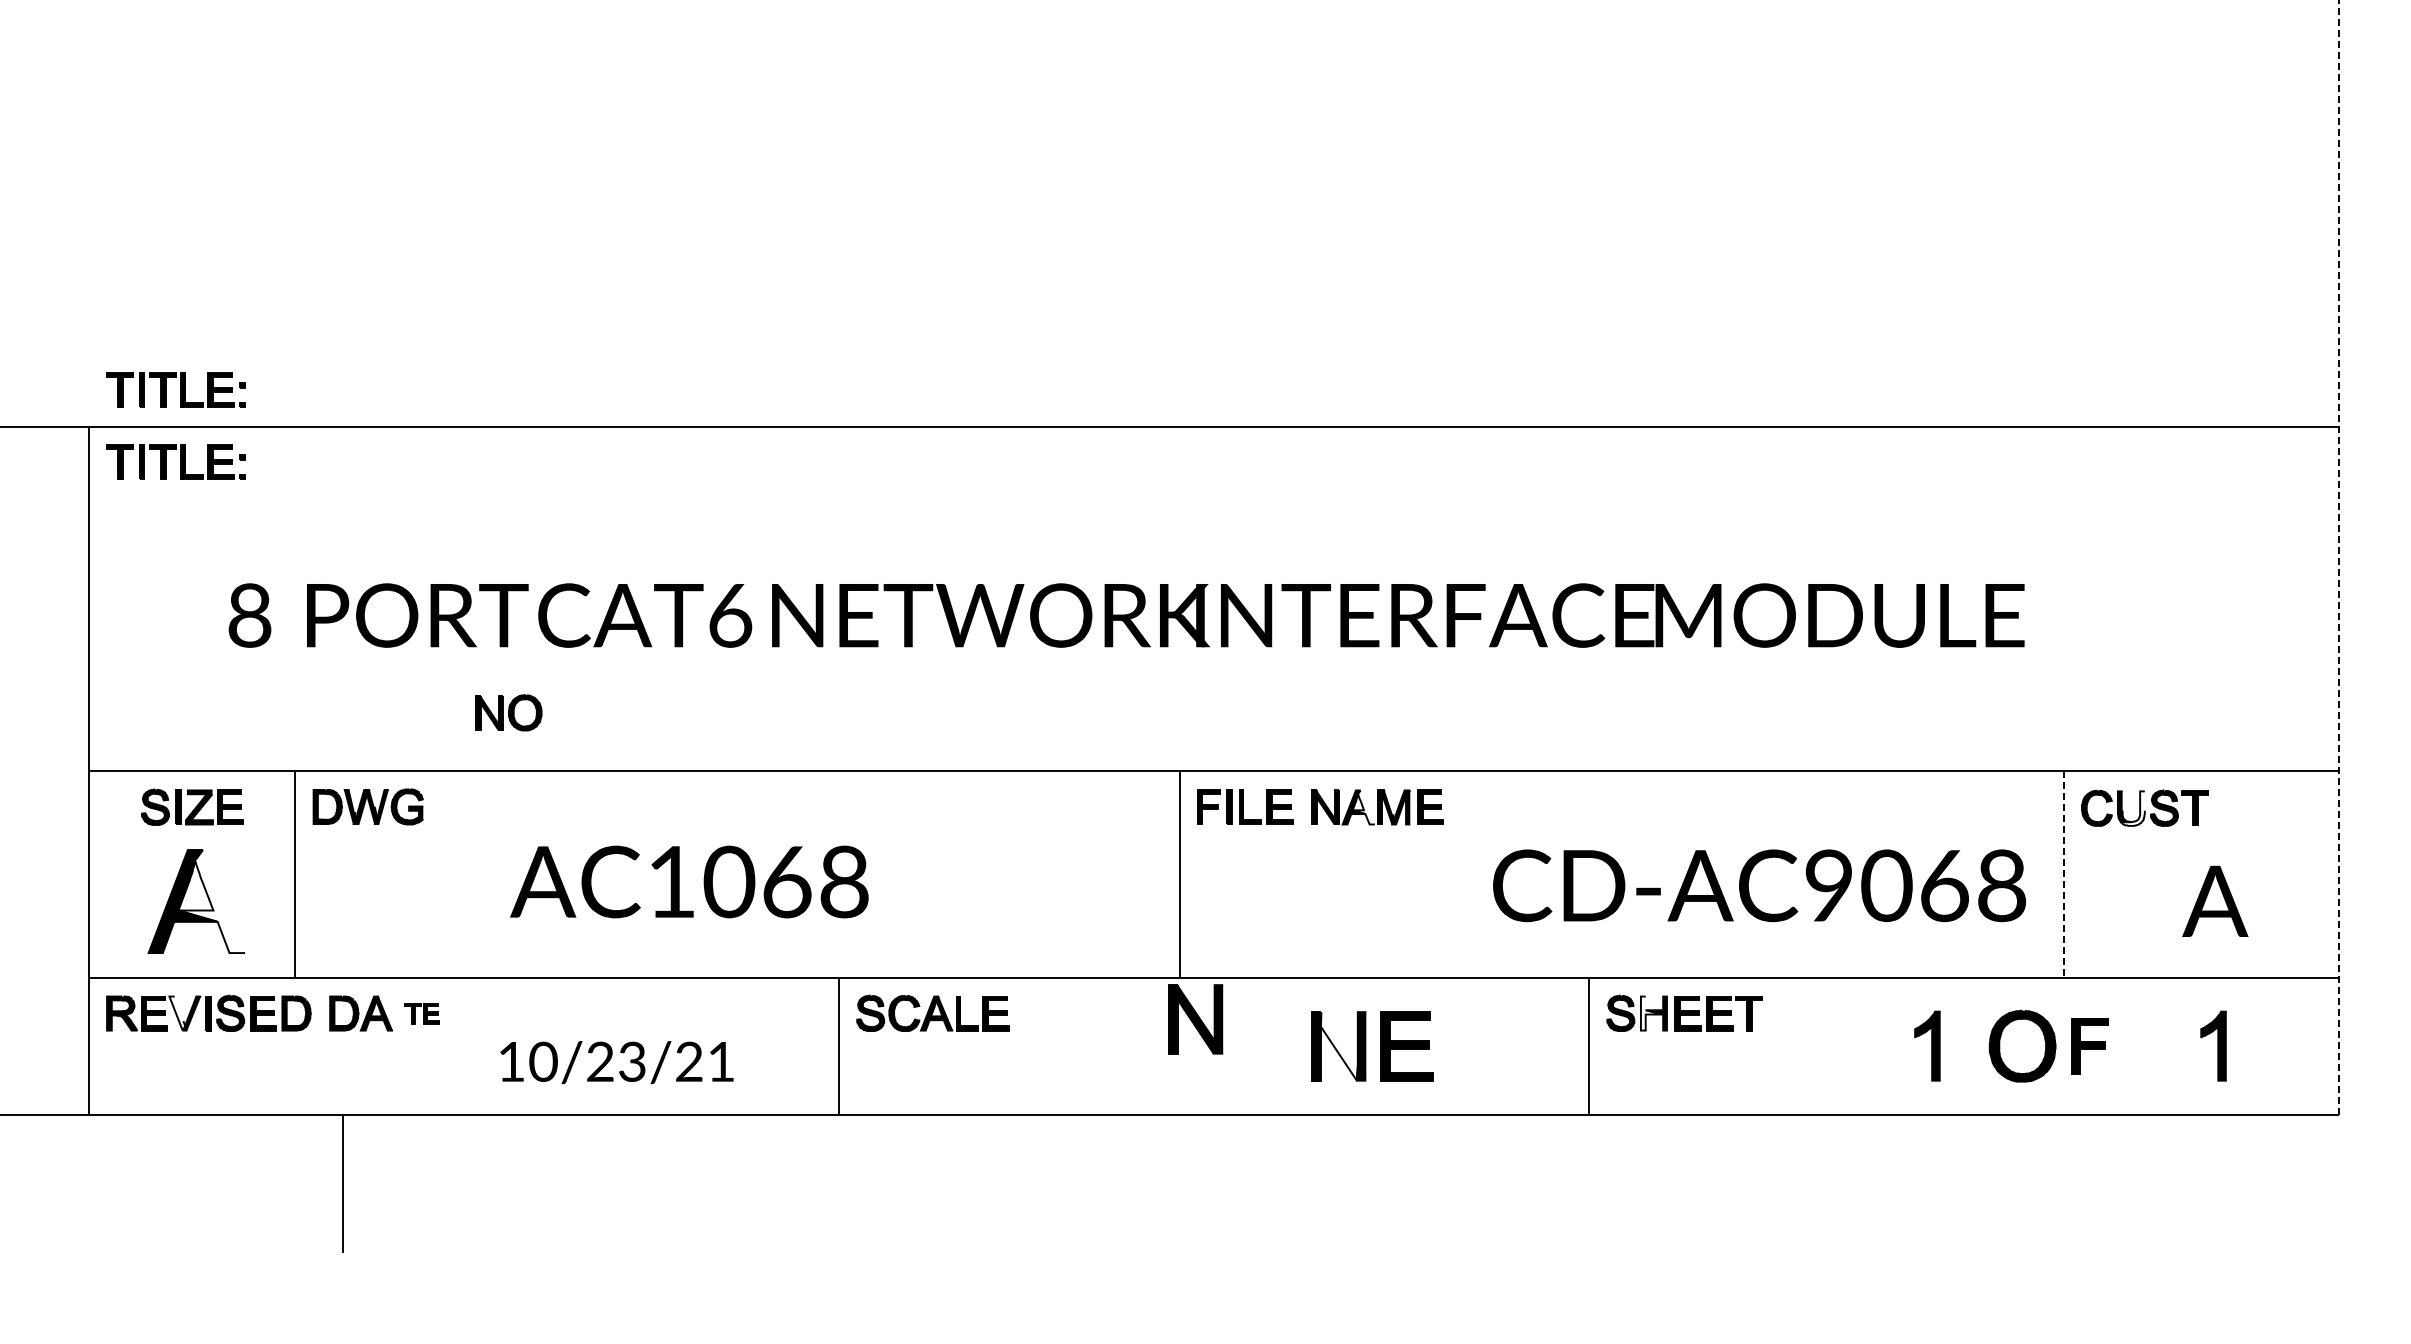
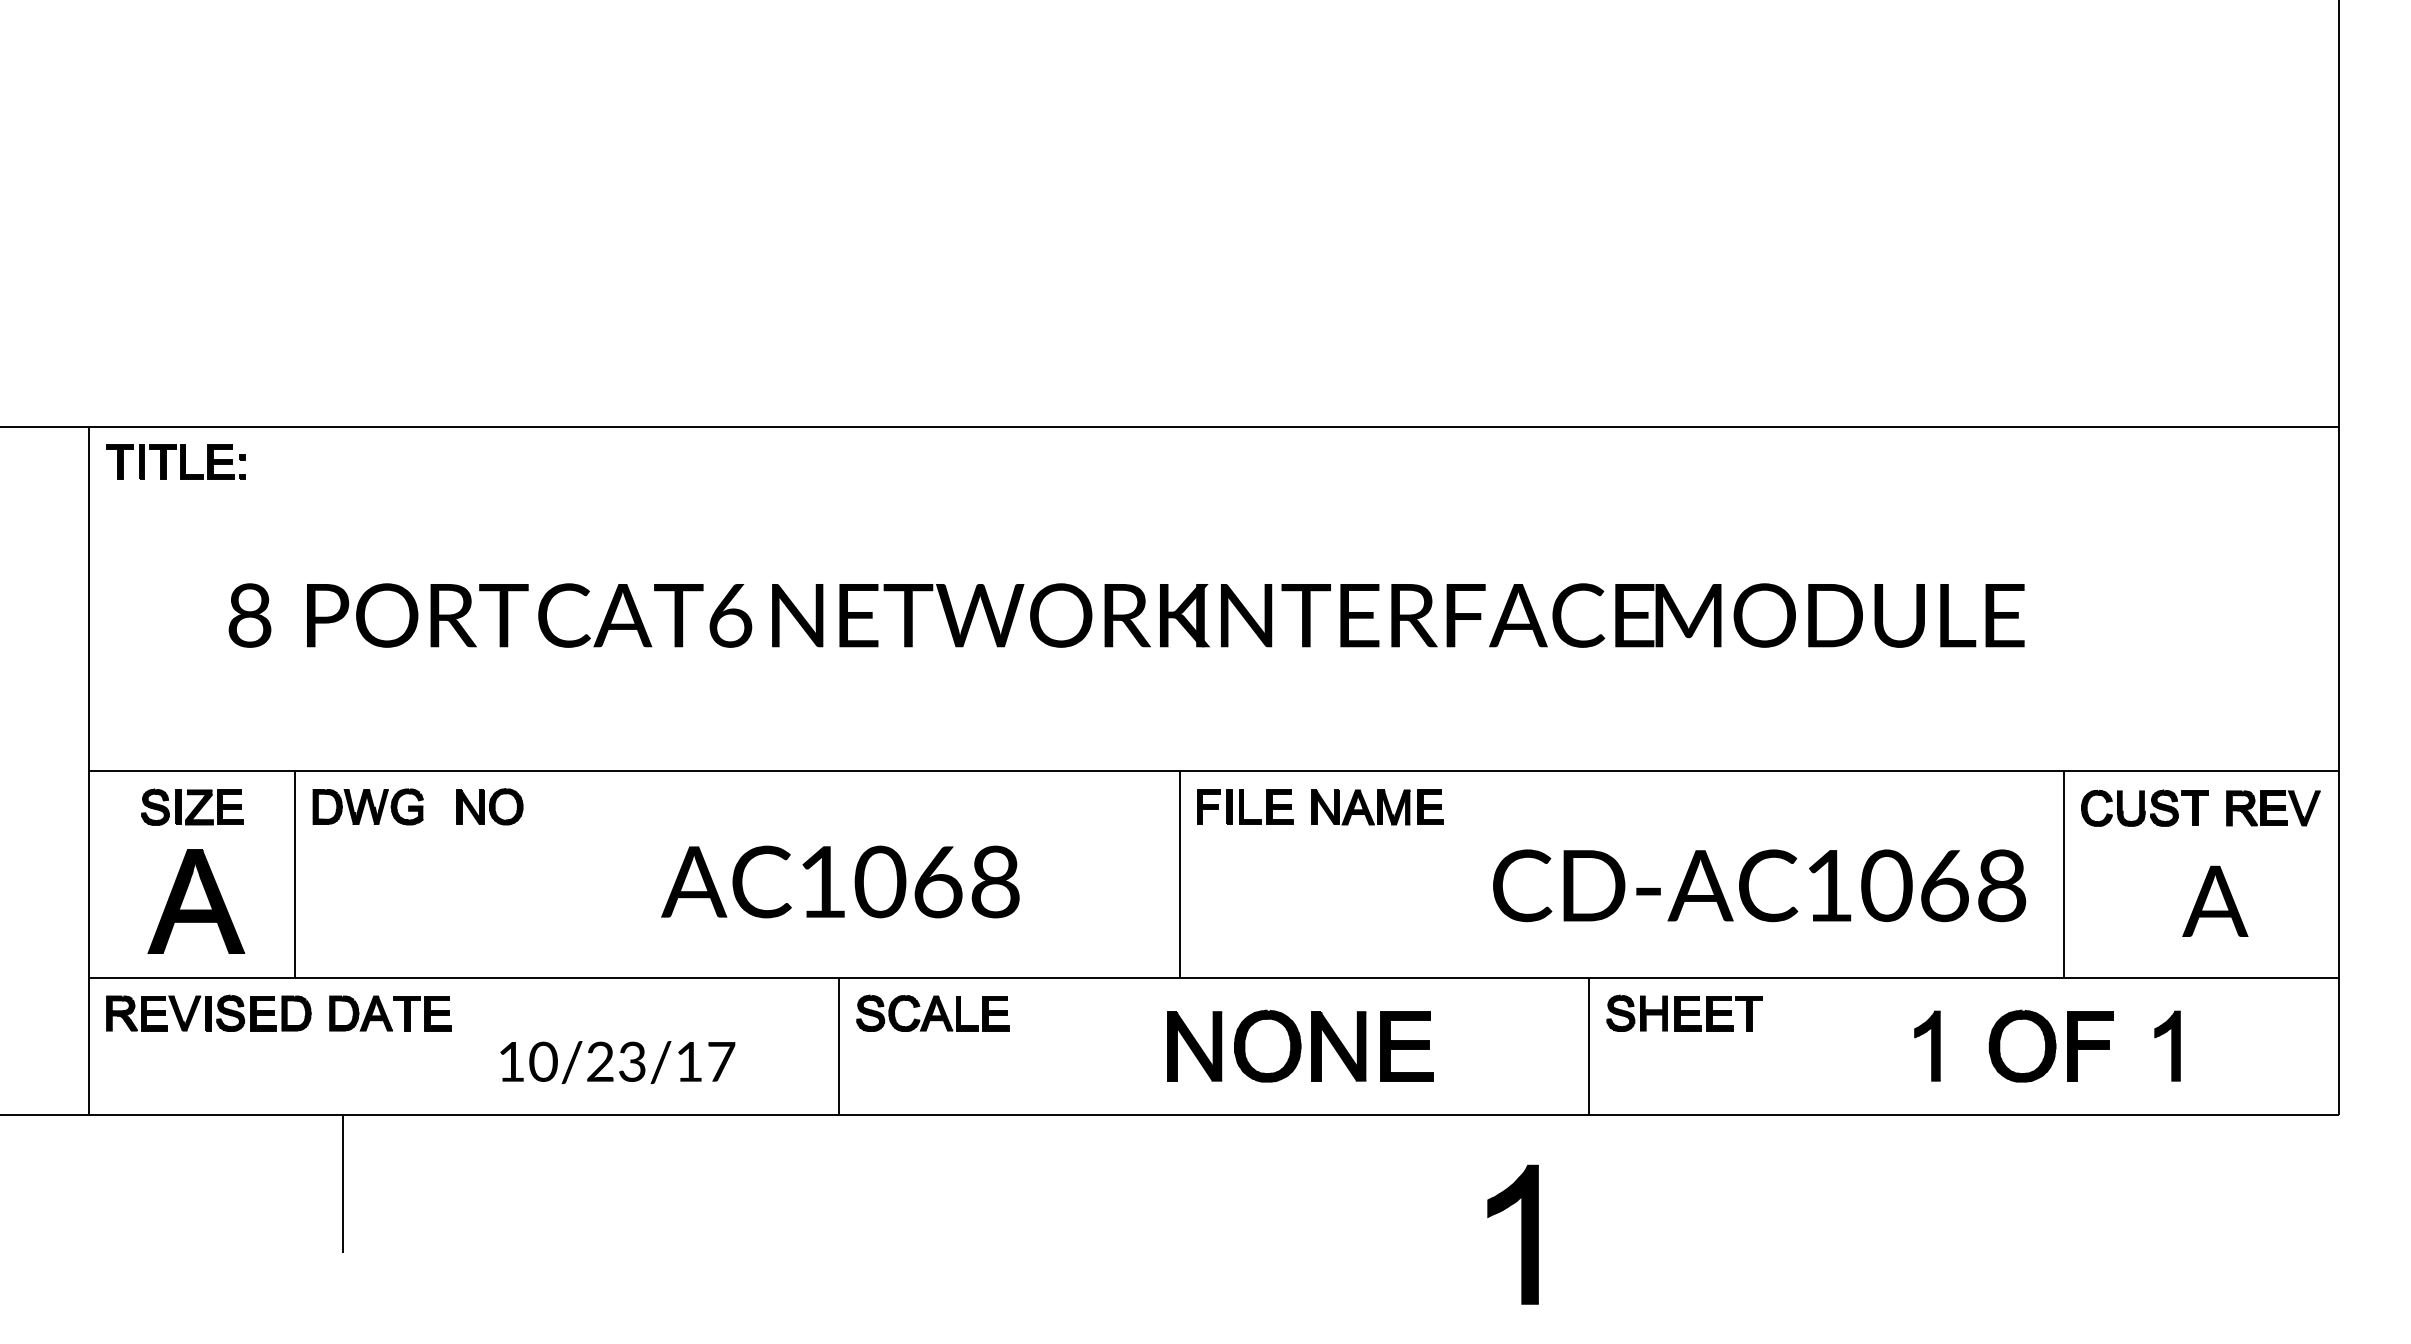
part at (175, 389): present -> none
line at (2338, 557): dashed -> solid
part at (508, 712) position: (508, 712) -> (489, 806)
fill at (1363, 807): none -> present
fill at (2132, 808): none -> present
part at (2273, 808): none -> present
line at (2063, 874): dashed -> solid
text at (689, 881) position: (689, 881) -> (840, 881)
text at (1828, 885): CD-AC9068 -> CD-AC1068
fill at (211, 901): none -> present
fill at (177, 1013): none -> present
part at (421, 1013) size: 36x22 px -> 59x36 px
fill at (1651, 1013): none -> present
part at (1195, 1019) position: (1195, 1019) -> (1194, 1046)
part at (1267, 1045): none -> present
part at (2213, 1045) position: (2213, 1045) -> (2167, 1045)
fill at (1338, 1046): none -> present
part at (2089, 1046) size: 38x57 px -> 47x71 px
text at (705, 1061): 10/23/21 -> 10/23/17
part at (1521, 1234): none -> present
